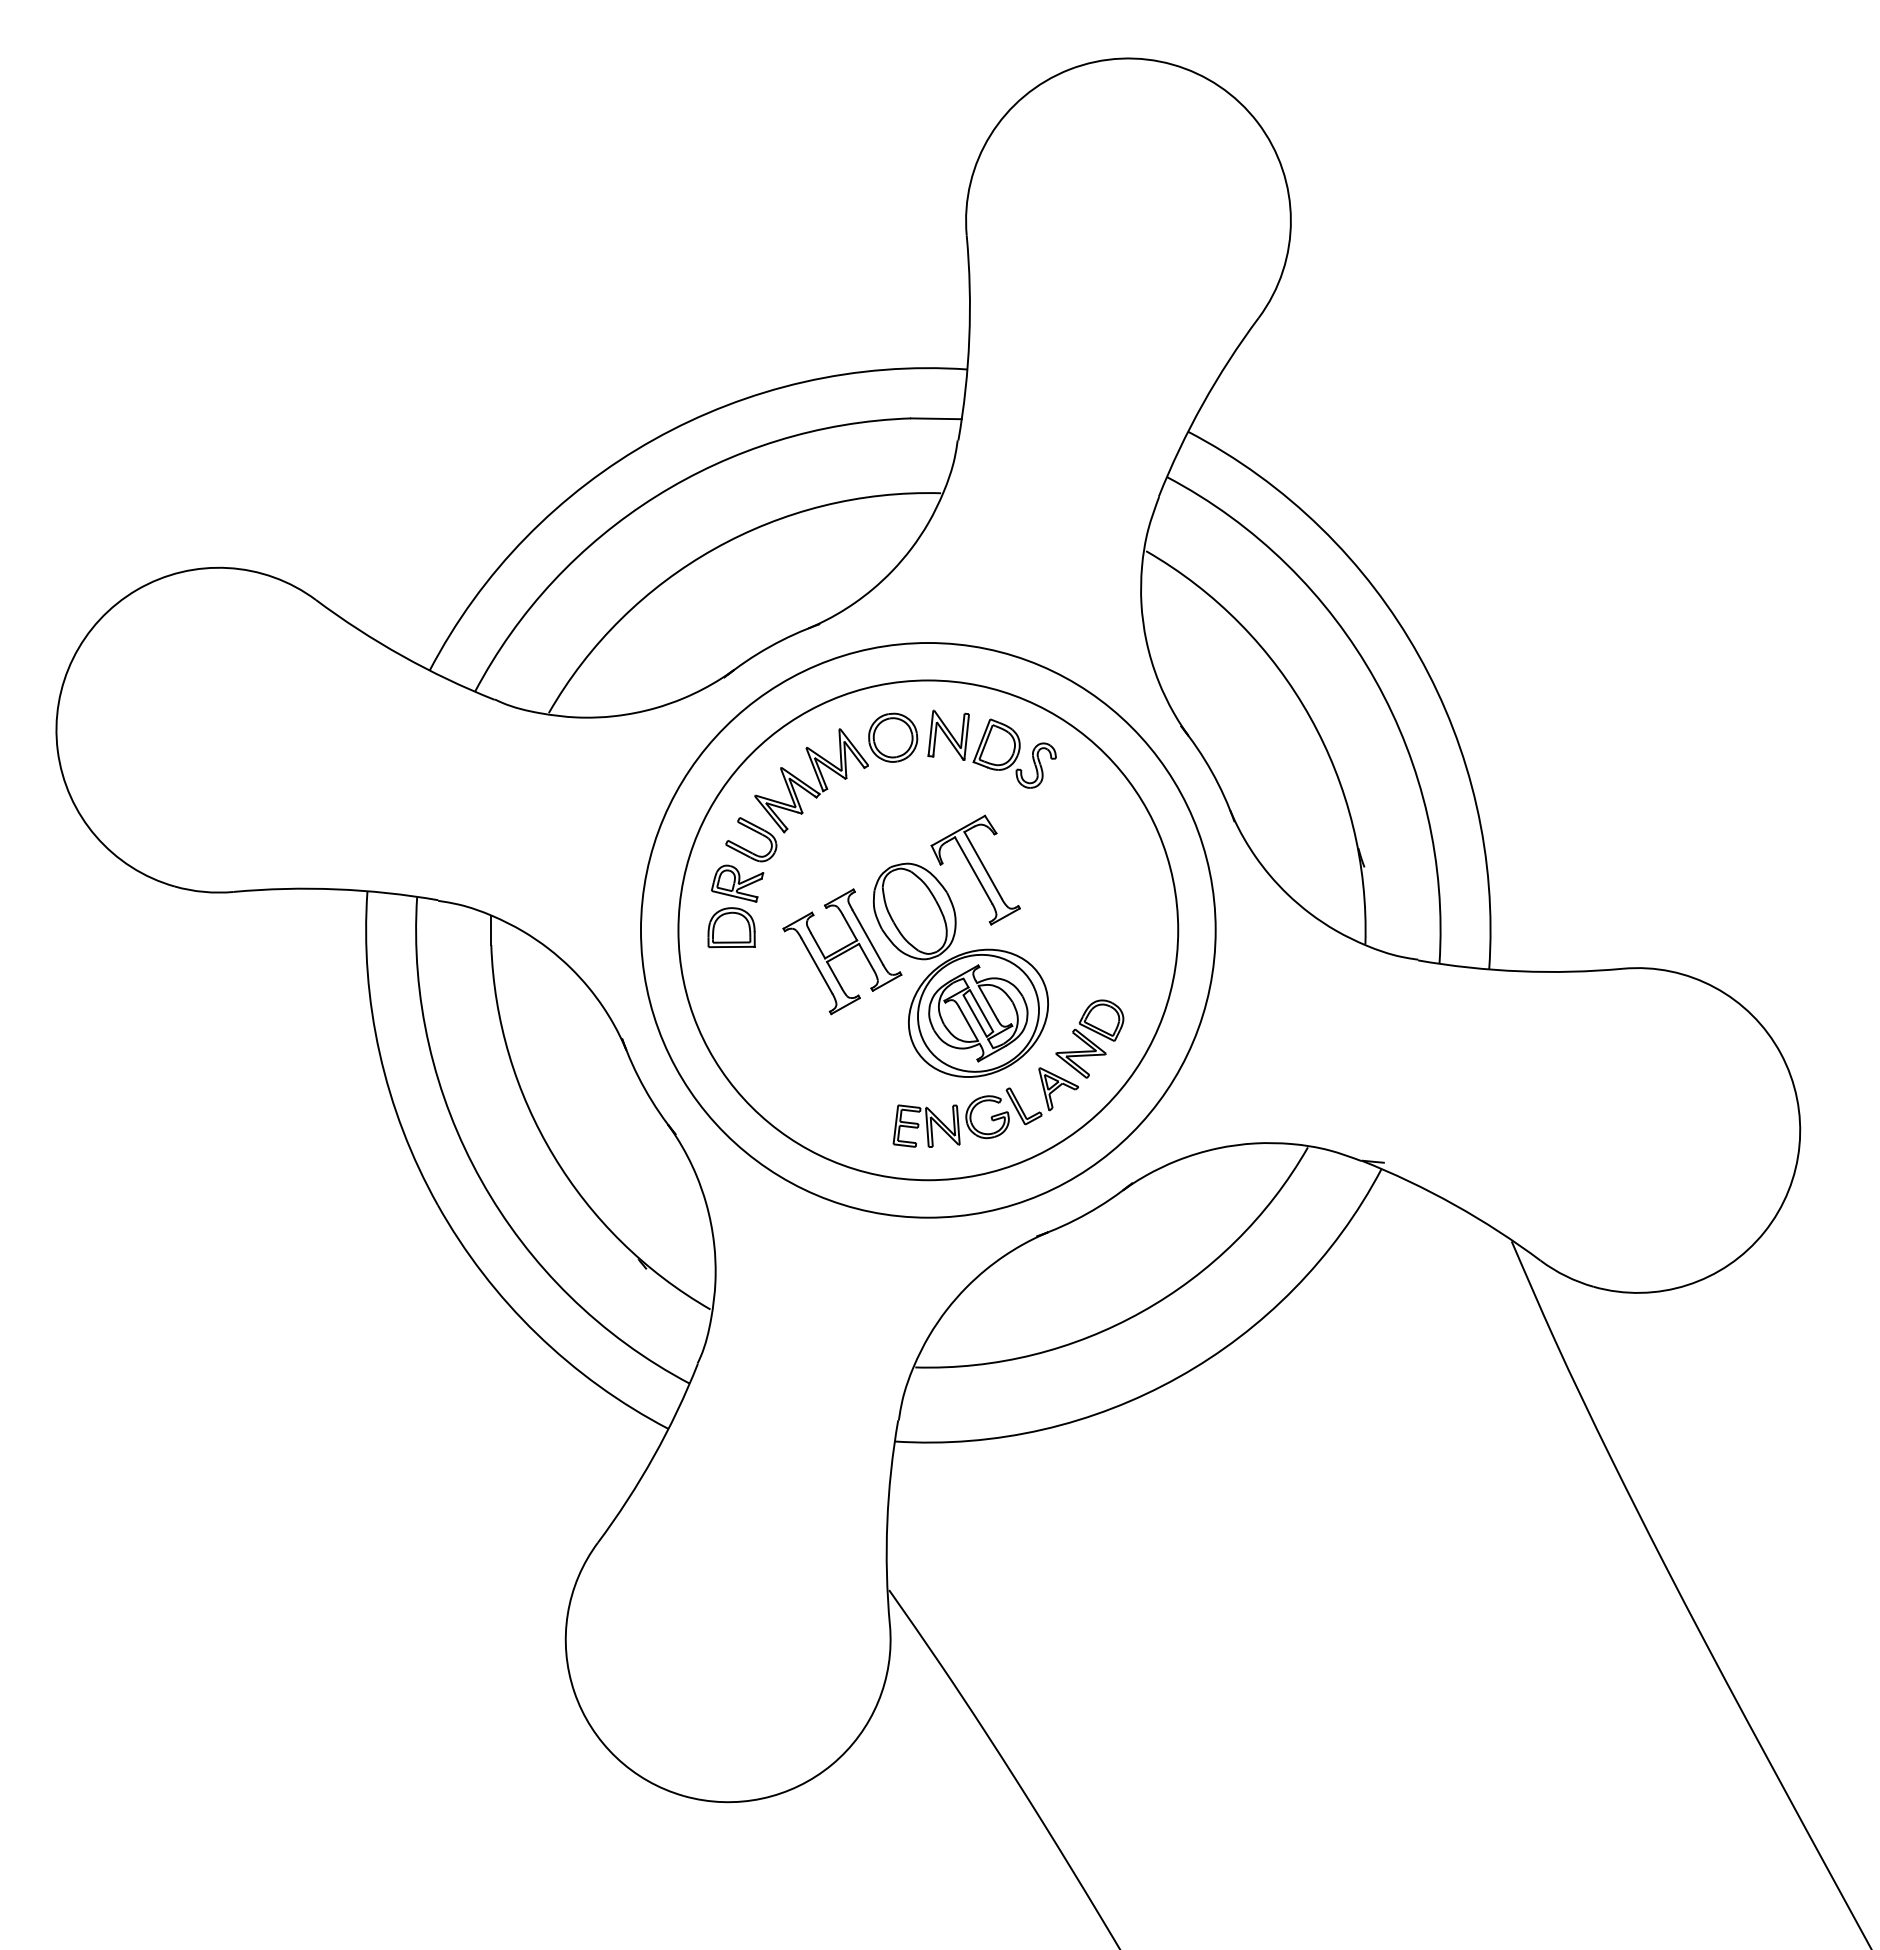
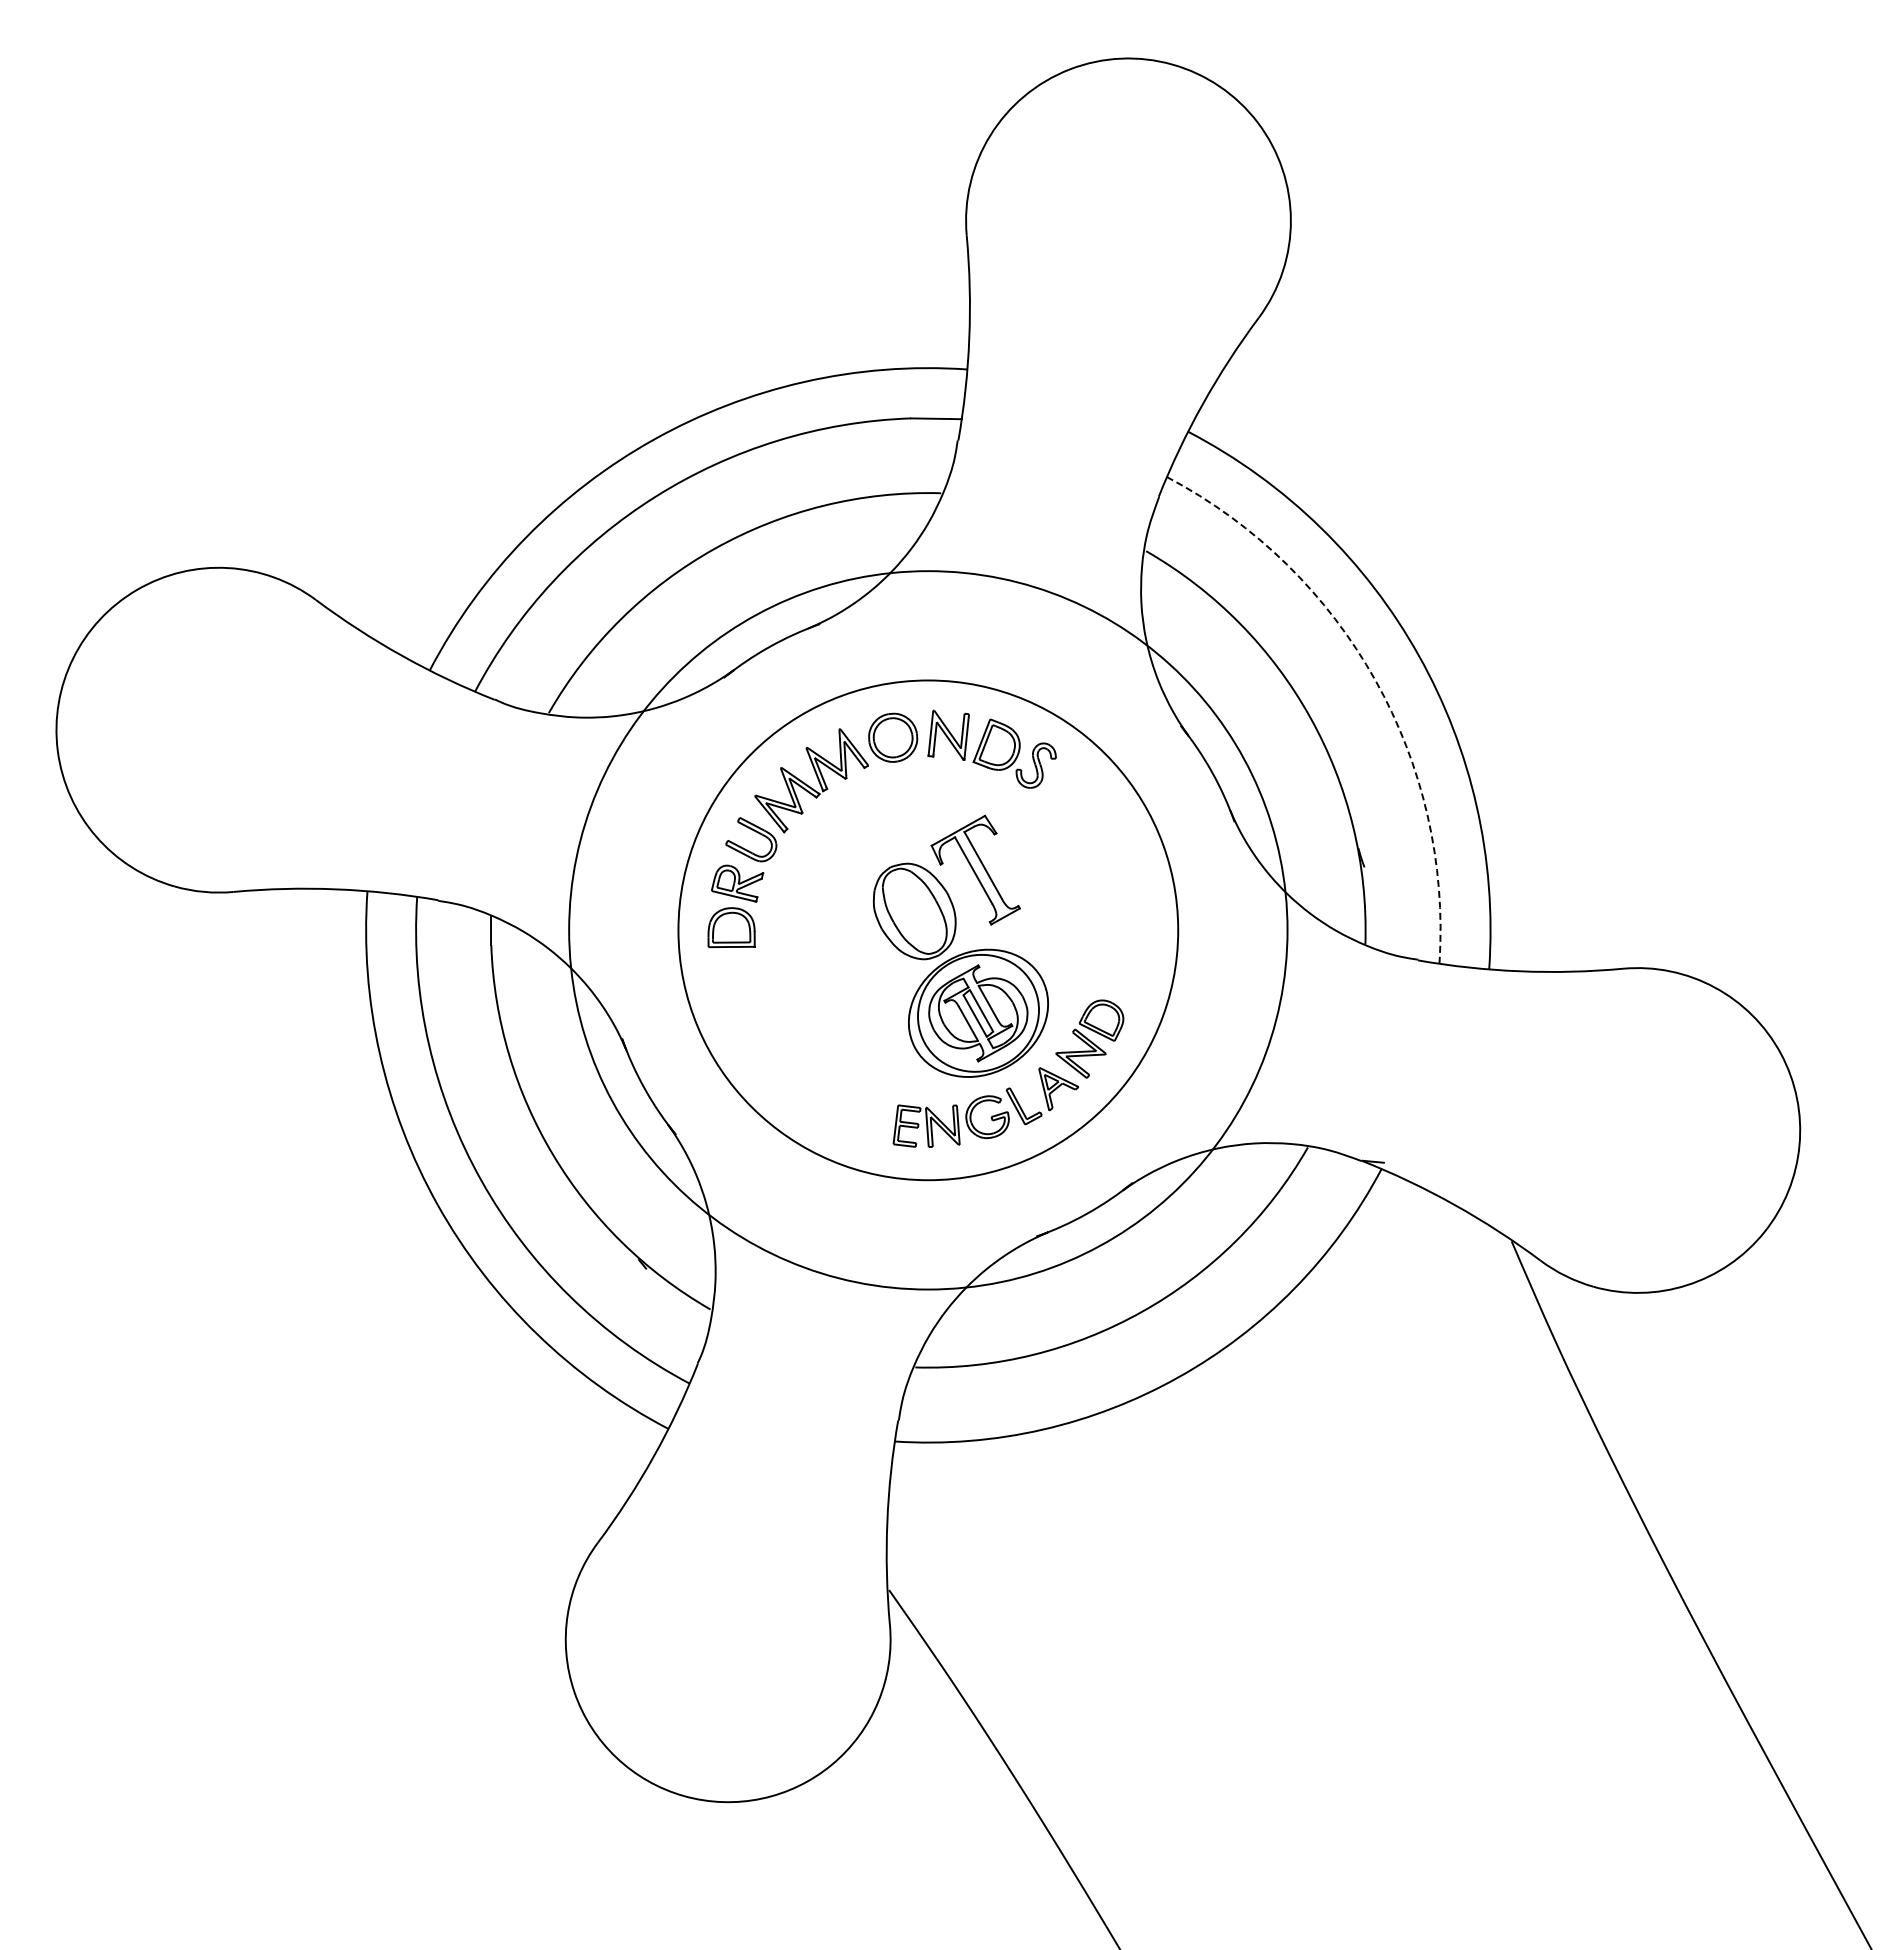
arc at (1375, 680): solid -> dashed
circle at (927, 930) diameter: 575 px -> 718 px
part at (842, 951): present -> none
